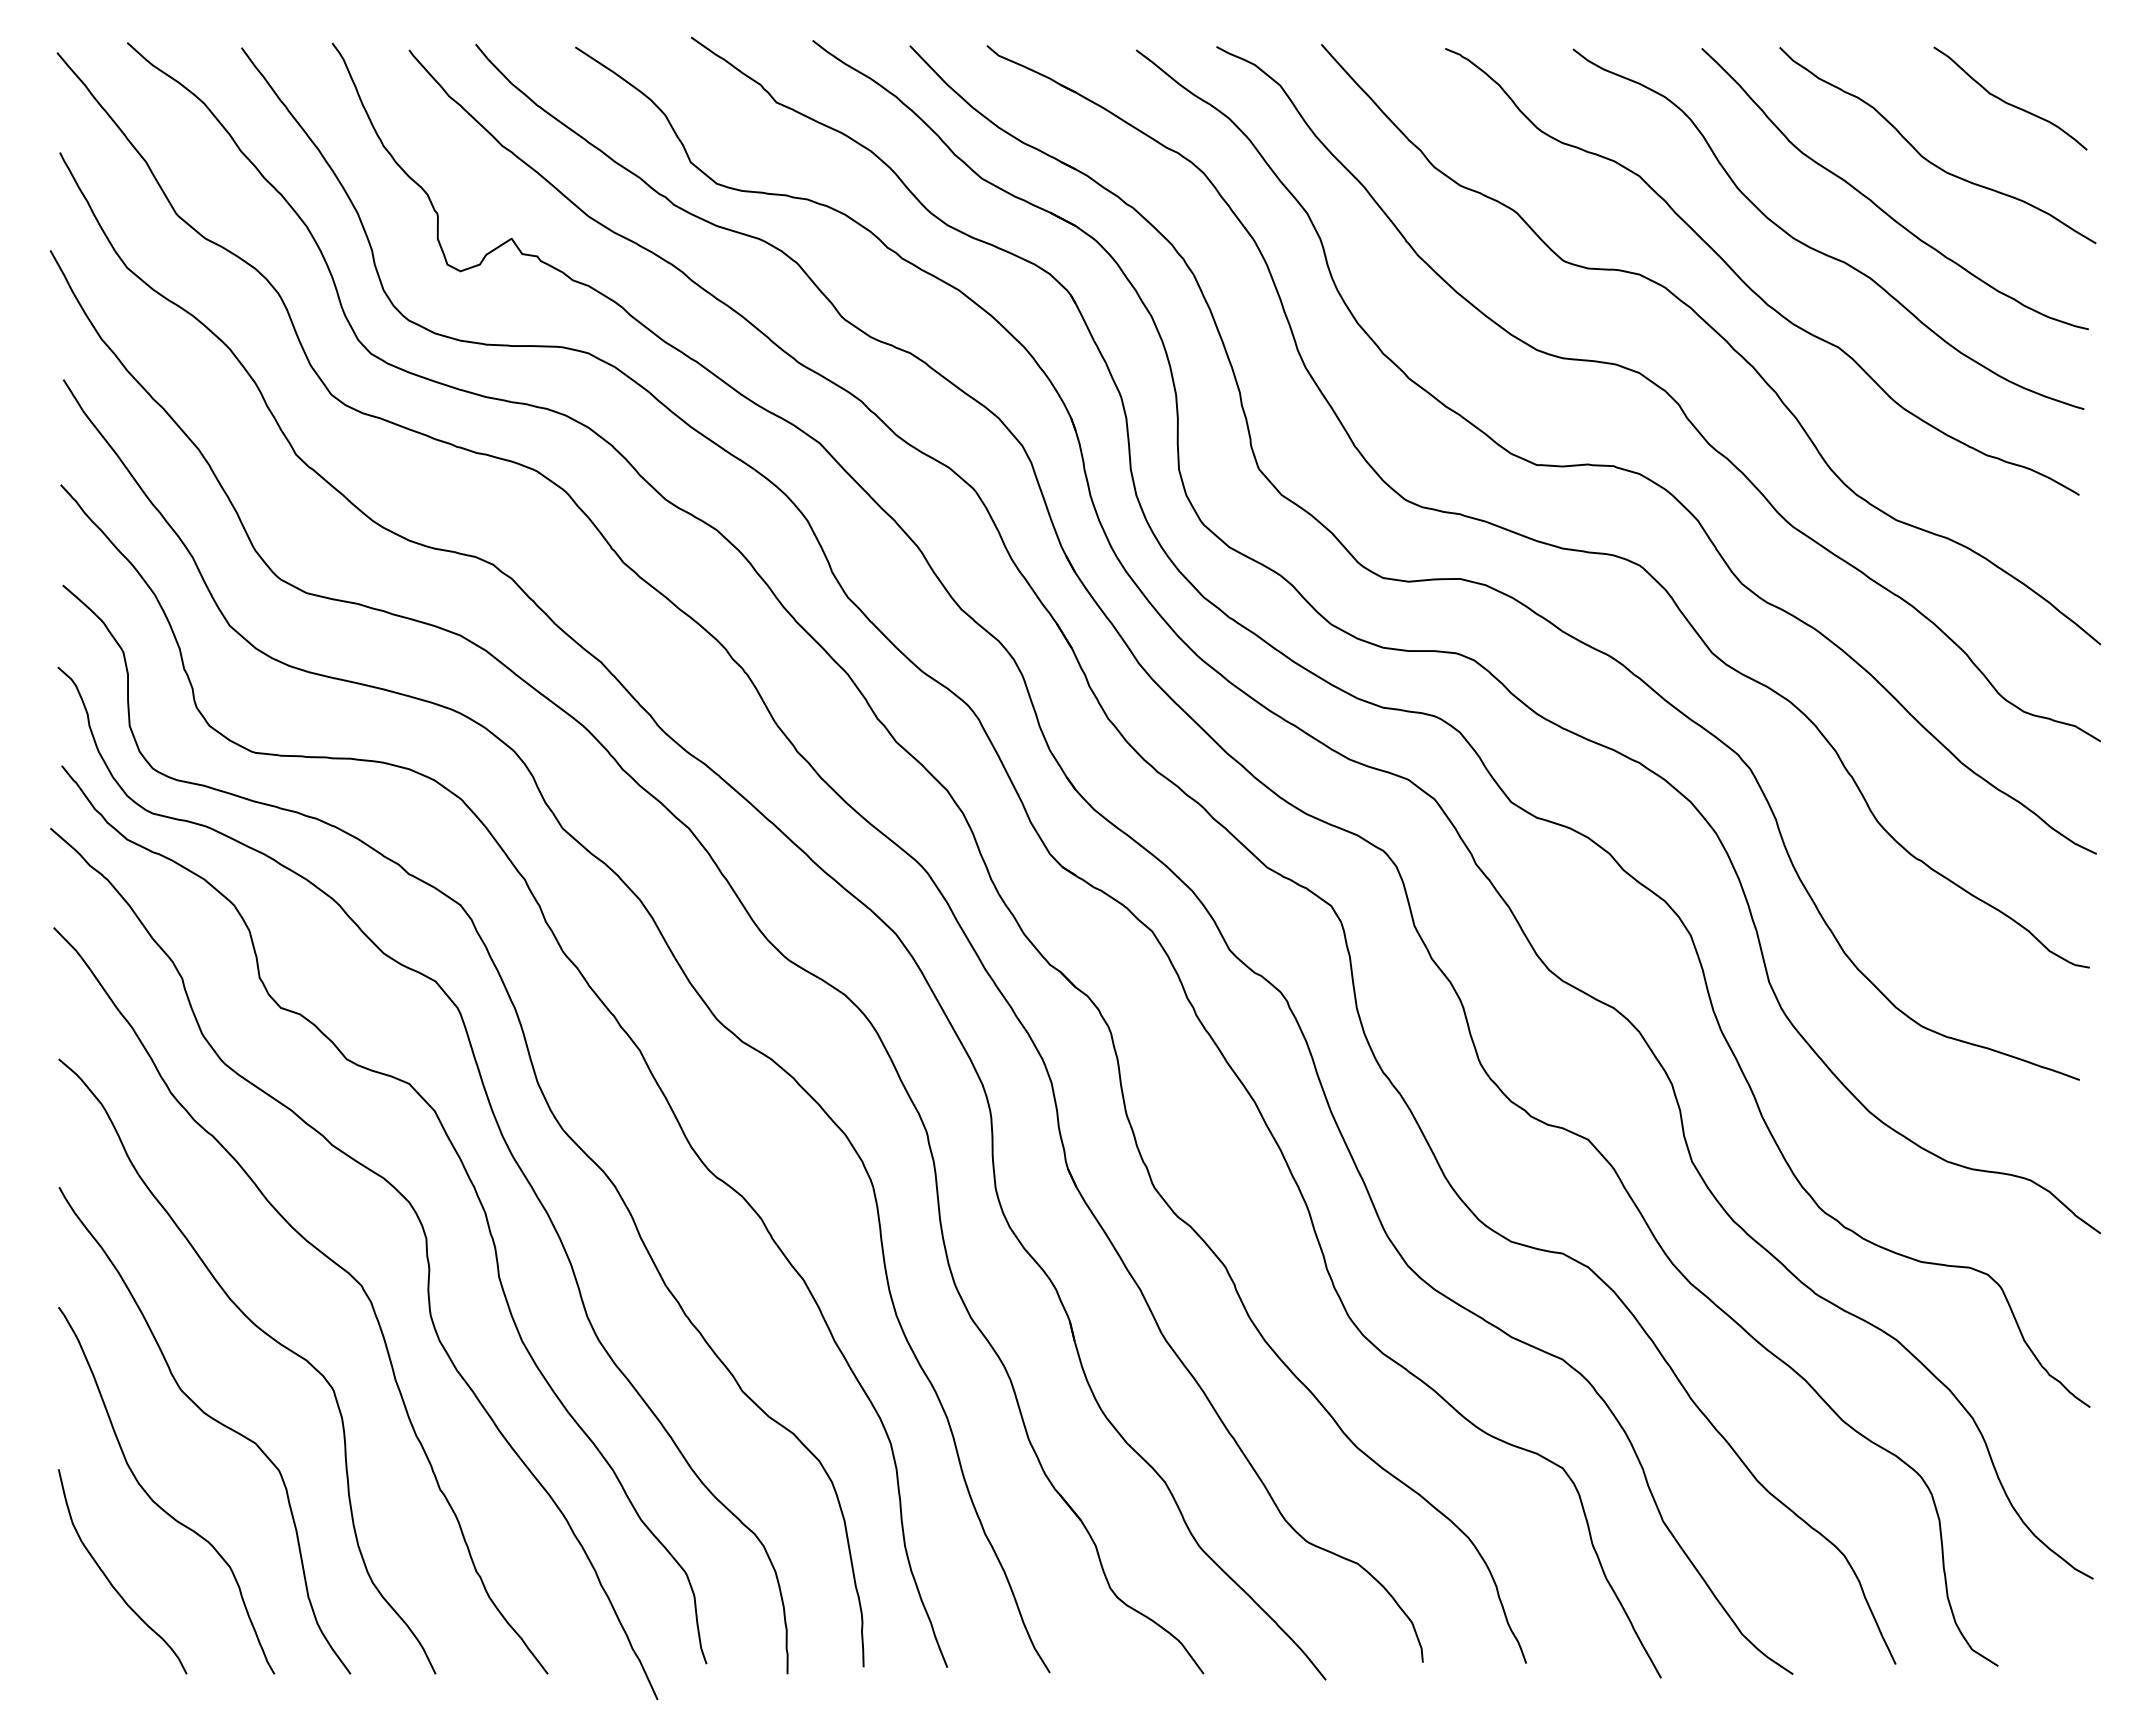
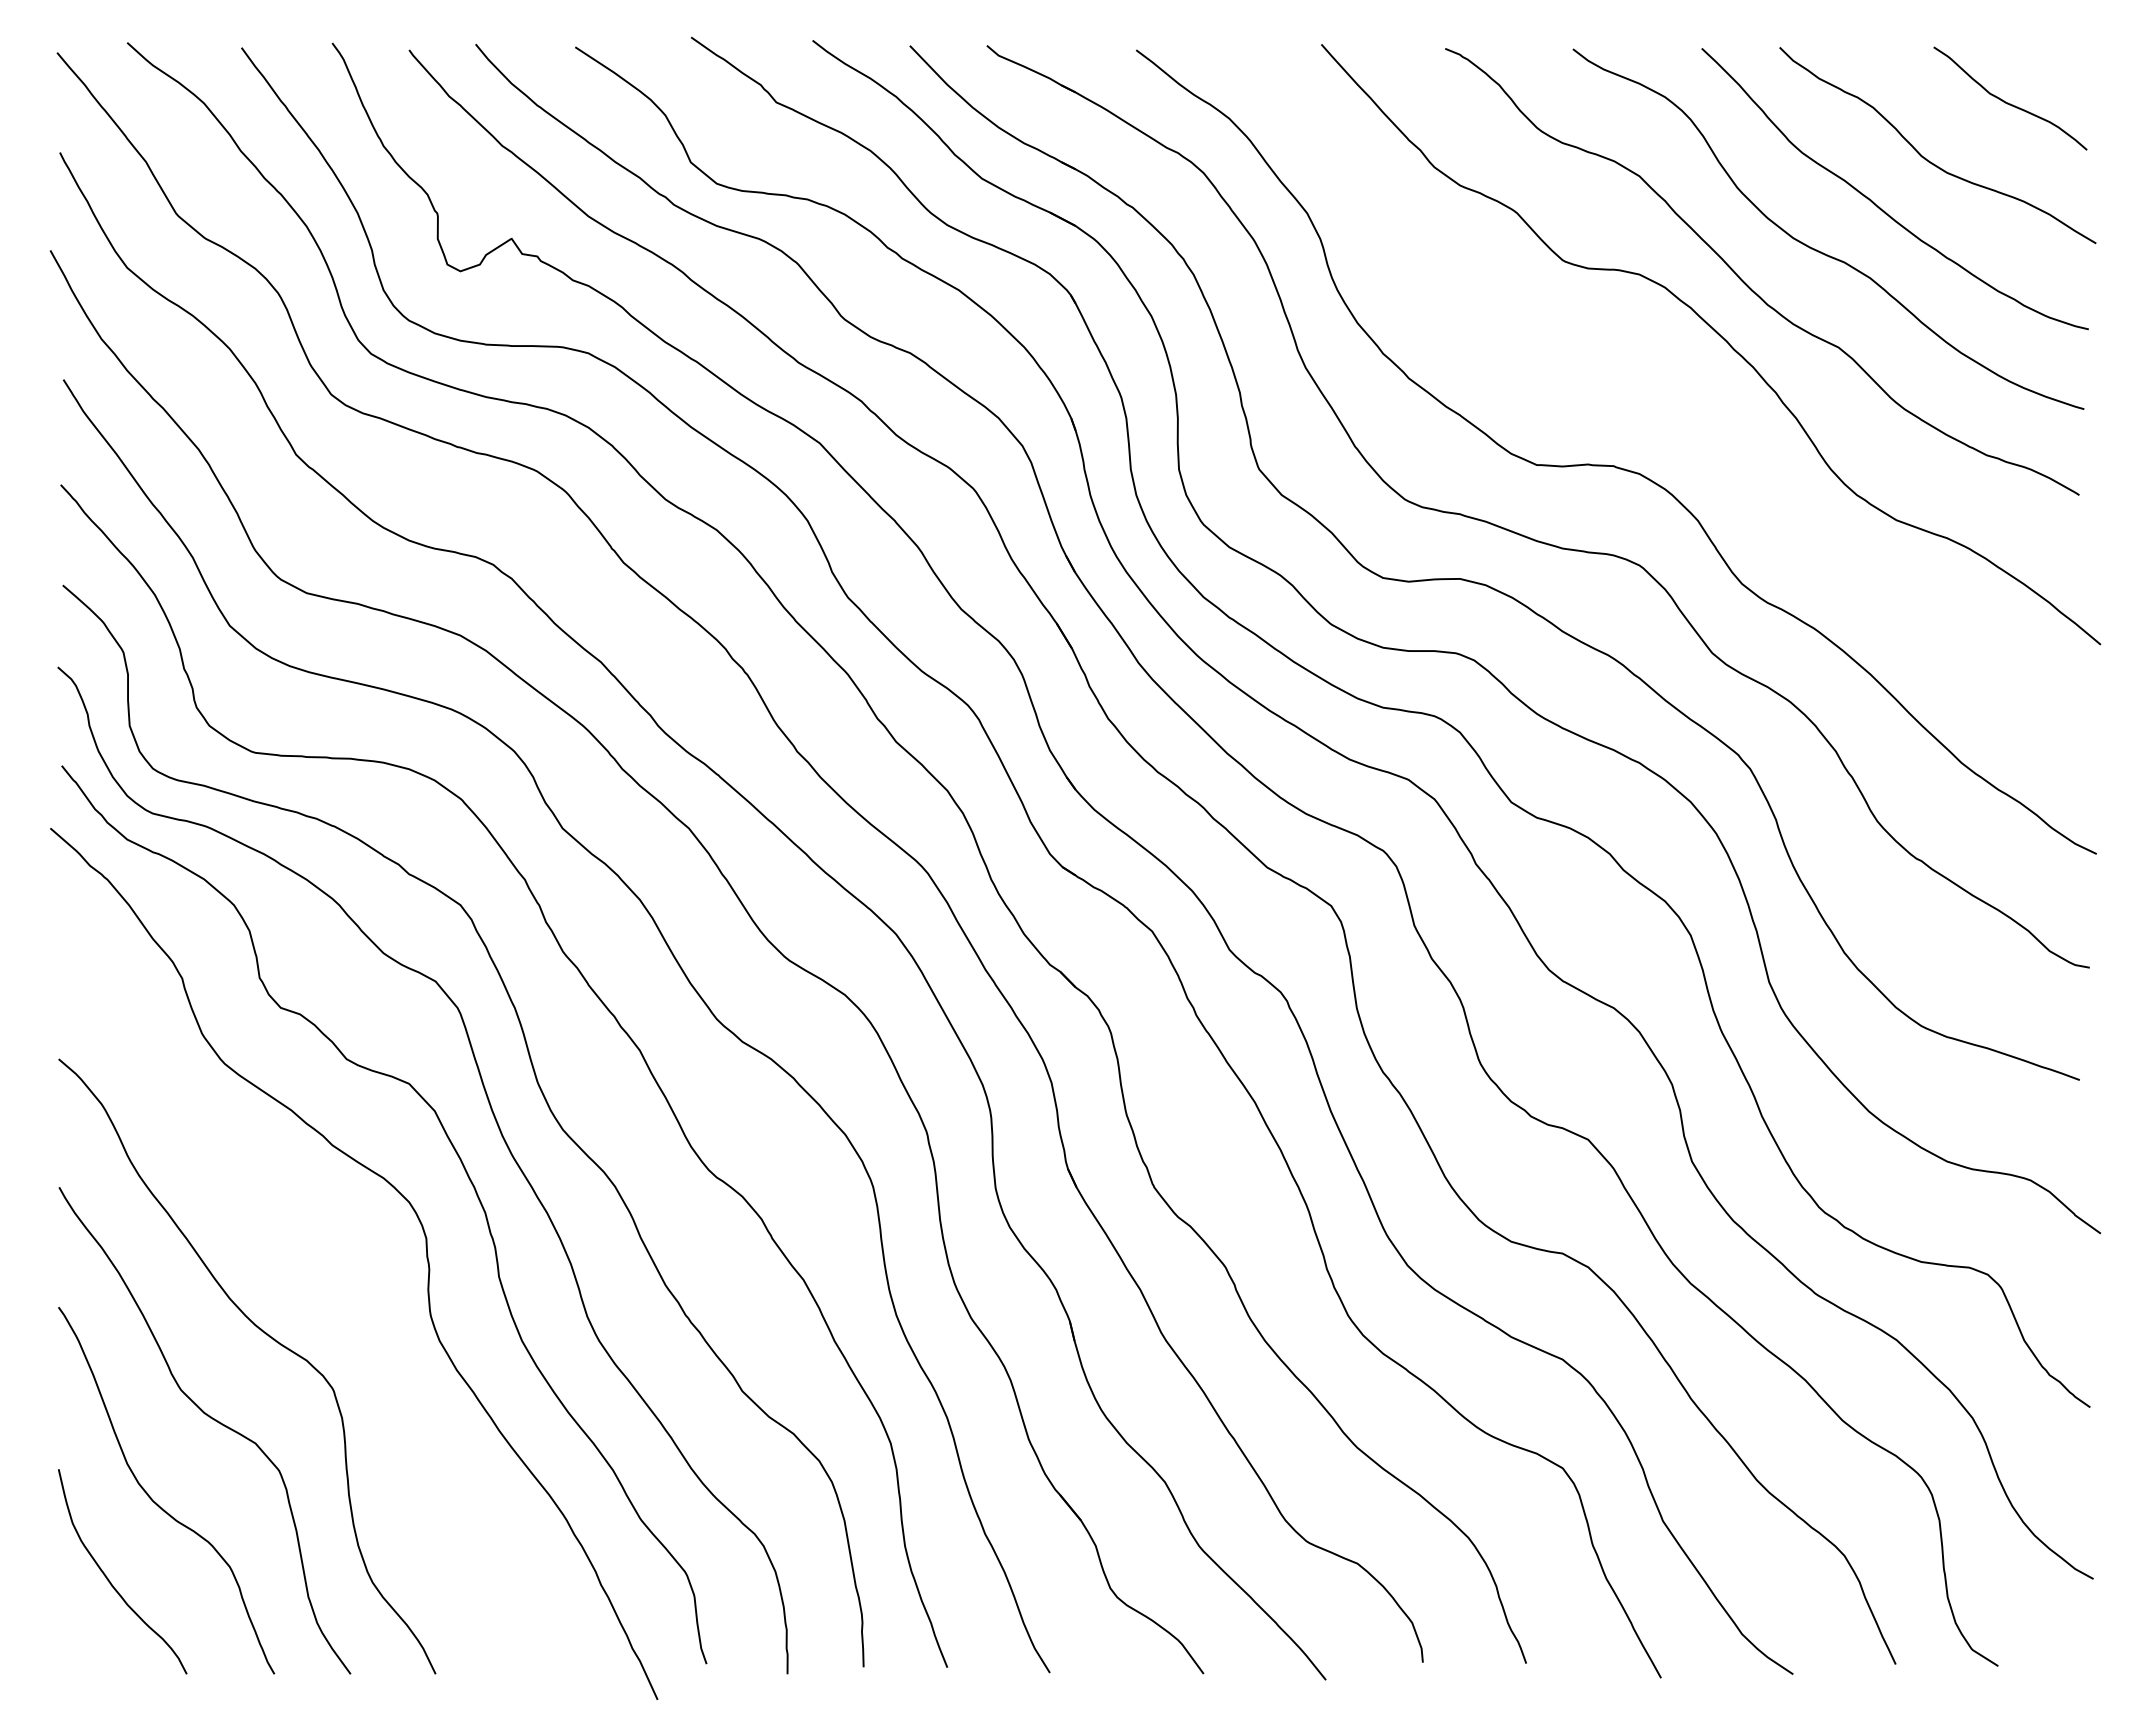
curve at (1662, 390): present -> none
curve at (328, 1259): present -> none
